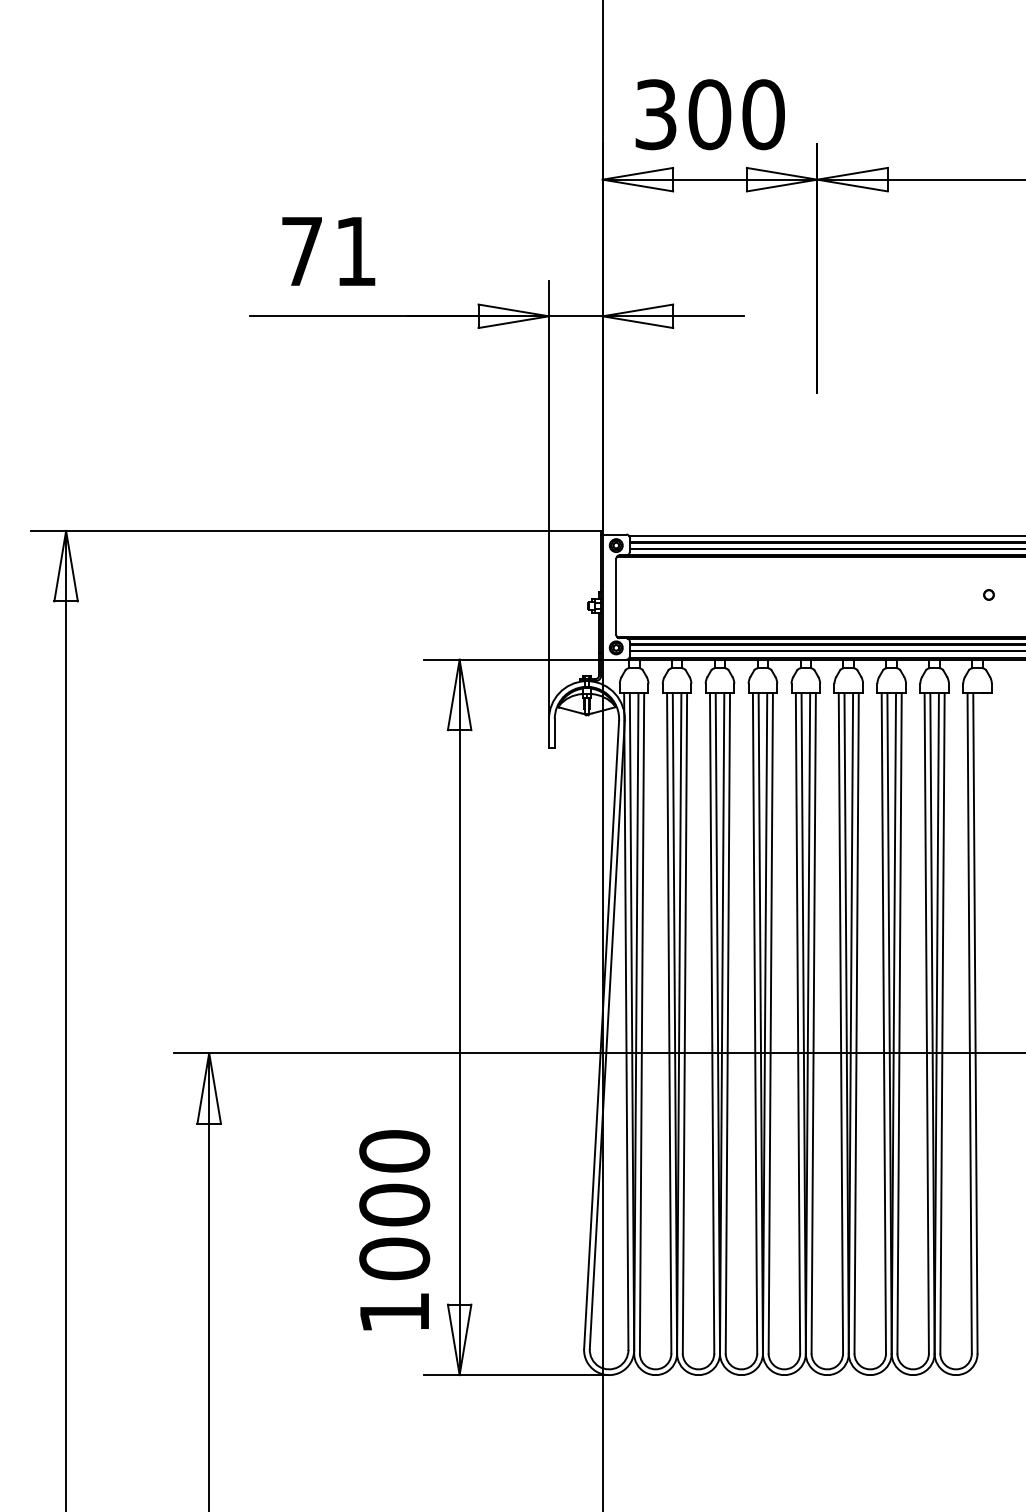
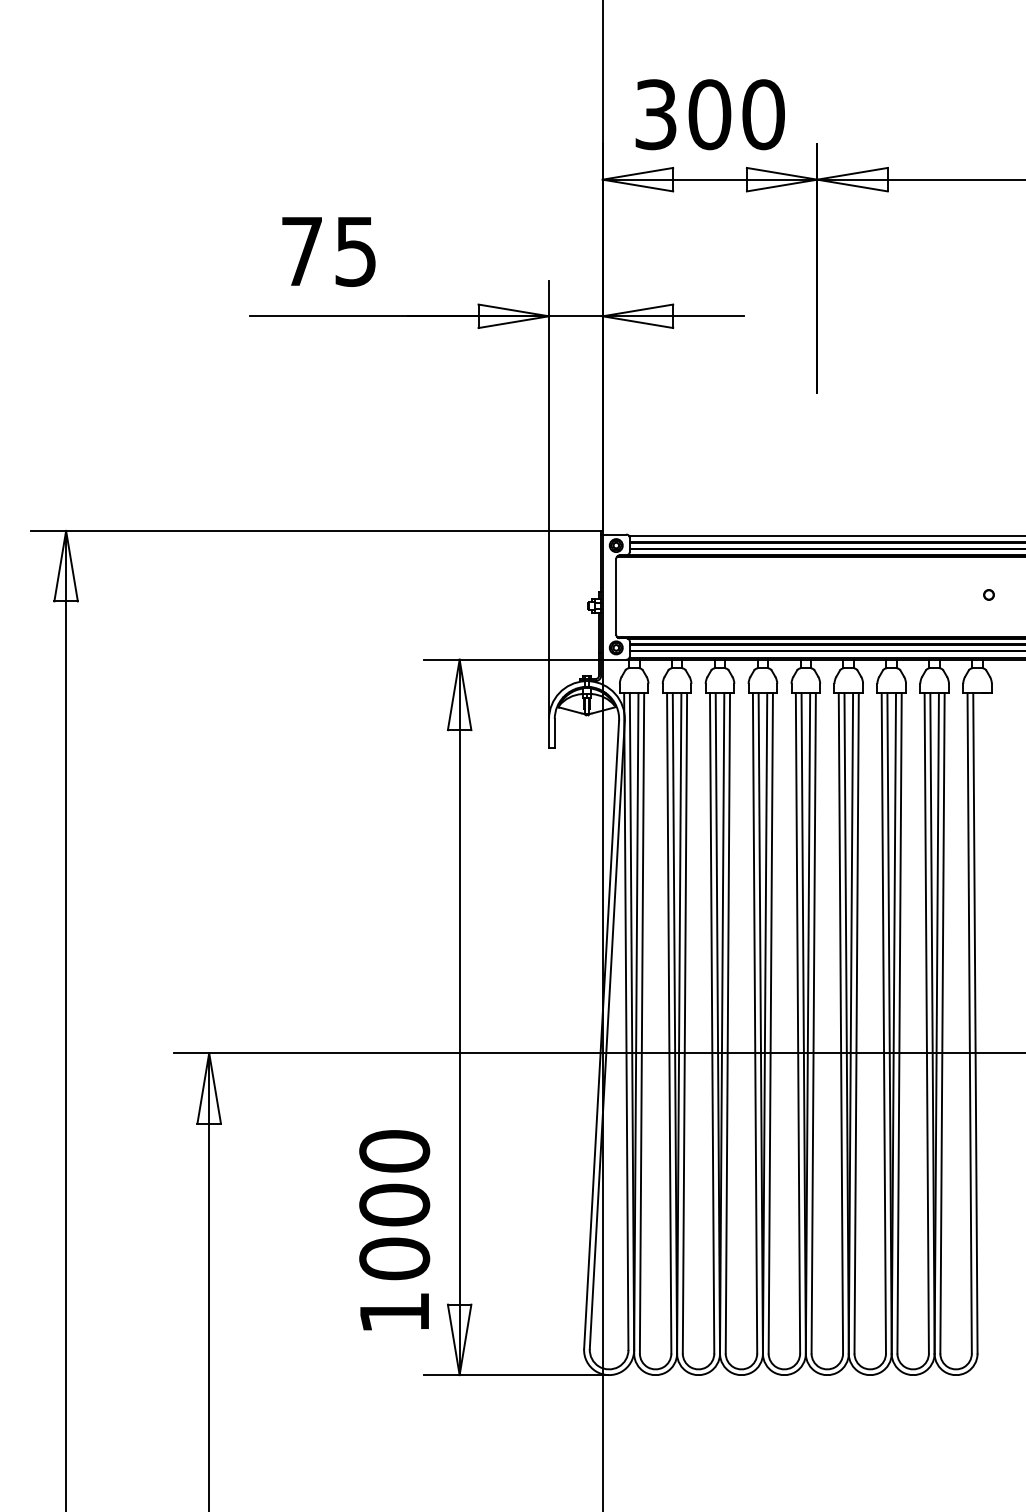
text at (355, 251): 71 -> 75
